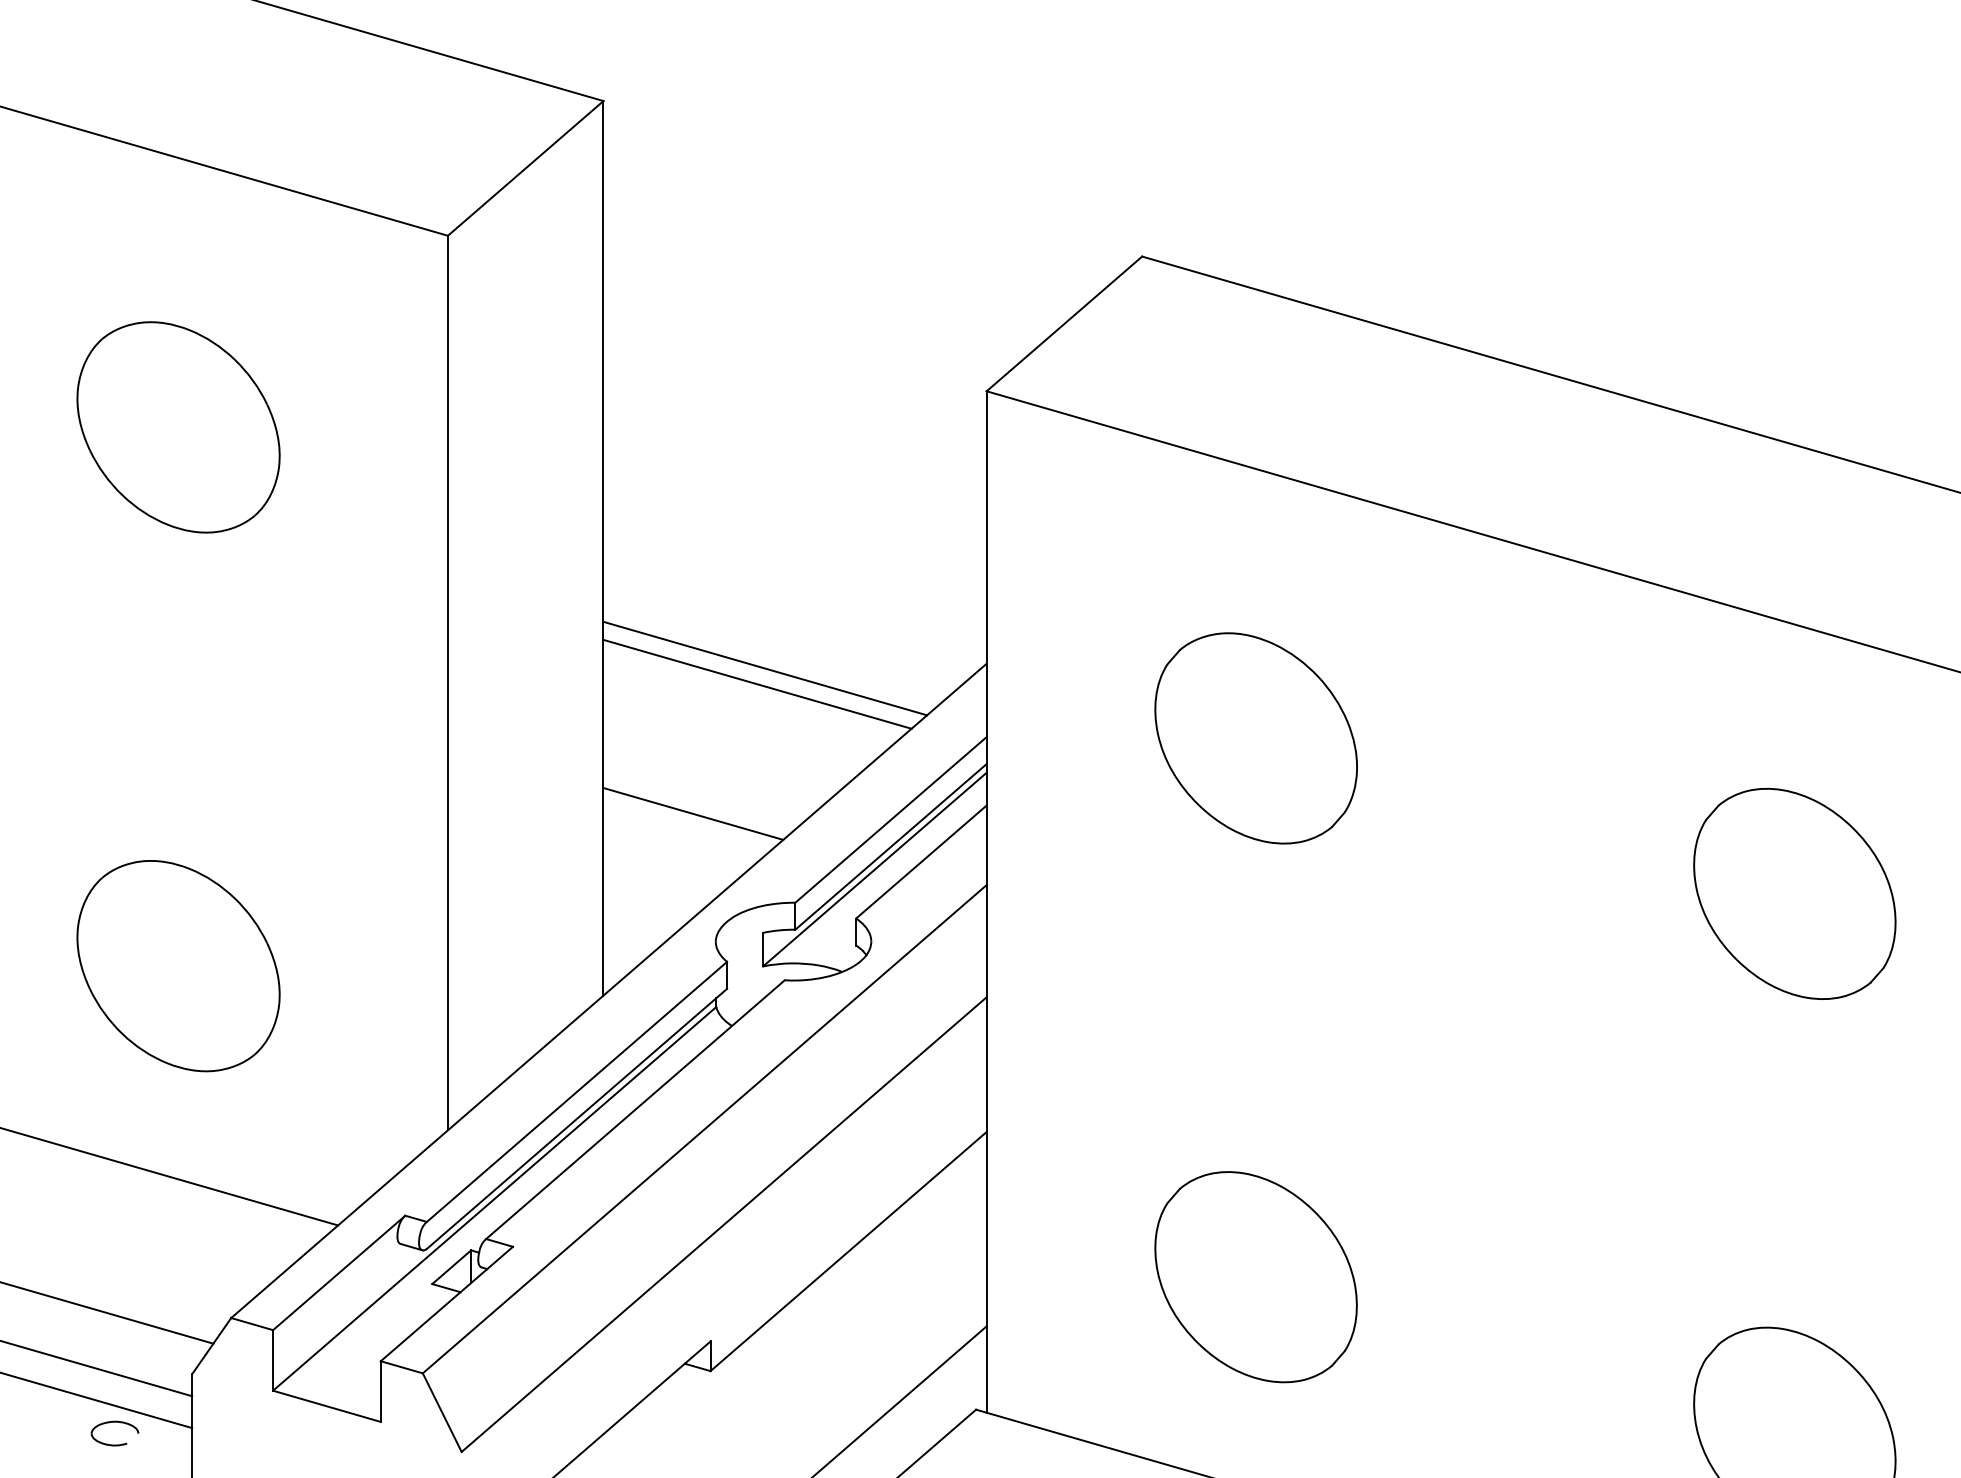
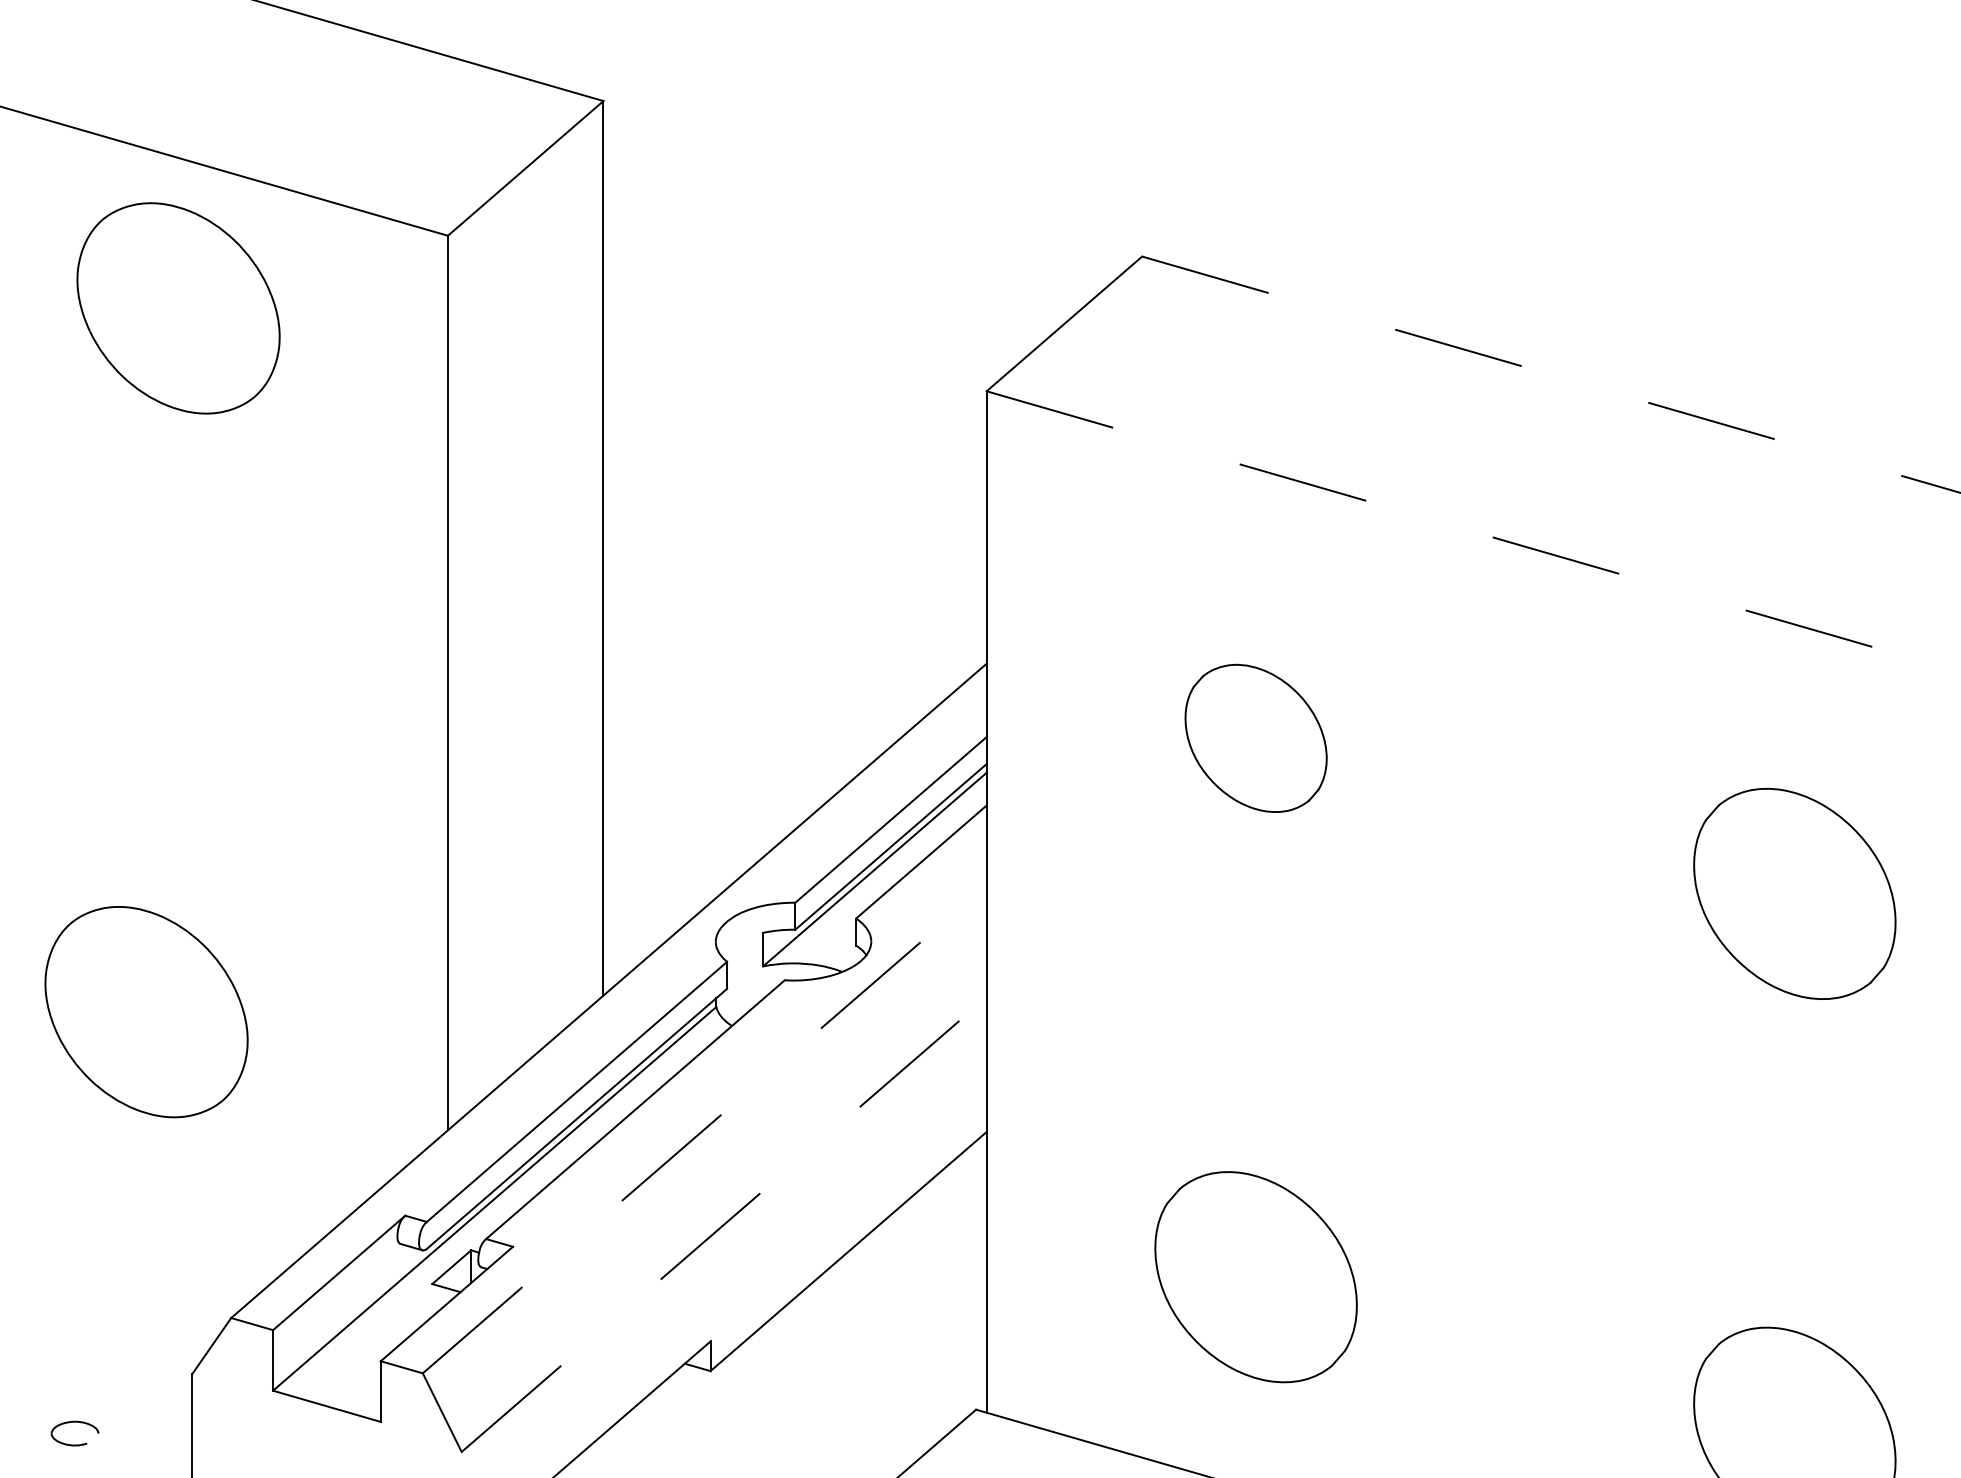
line at (1551, 374): solid -> dashed
part at (178, 427) position: (178, 427) -> (178, 308)
line at (1473, 531): solid -> dashed
line at (765, 668): present -> none
line at (757, 683): present -> none
part at (1255, 738) size: 204x213 px -> 144x150 px
line at (693, 813): present -> none
part at (178, 966) position: (178, 966) -> (146, 1012)
line at (704, 1129): solid -> dashed
line at (170, 1176): present -> none
line at (724, 1224): solid -> dashed
line at (107, 1312): present -> none
line at (97, 1368): present -> none
line at (97, 1400): present -> none
line at (900, 1400): present -> none
part at (114, 1422) position: (114, 1422) -> (74, 1422)
